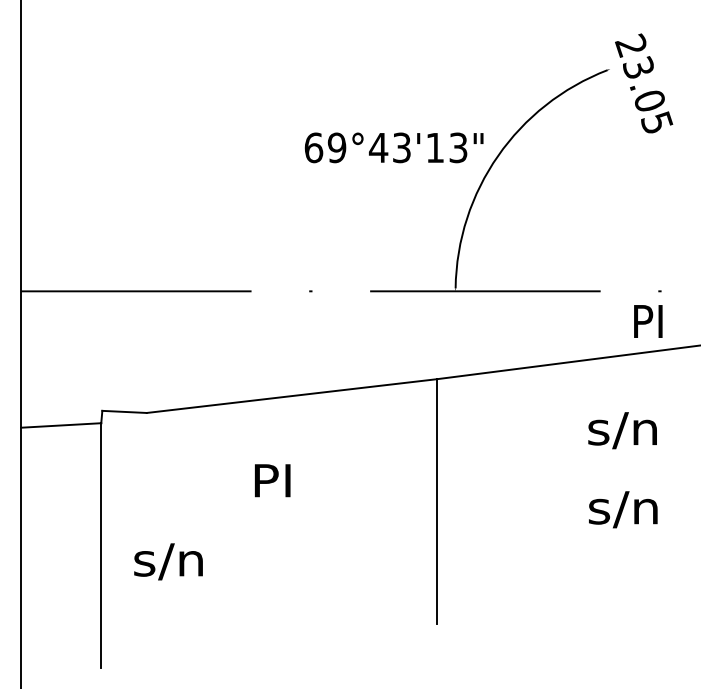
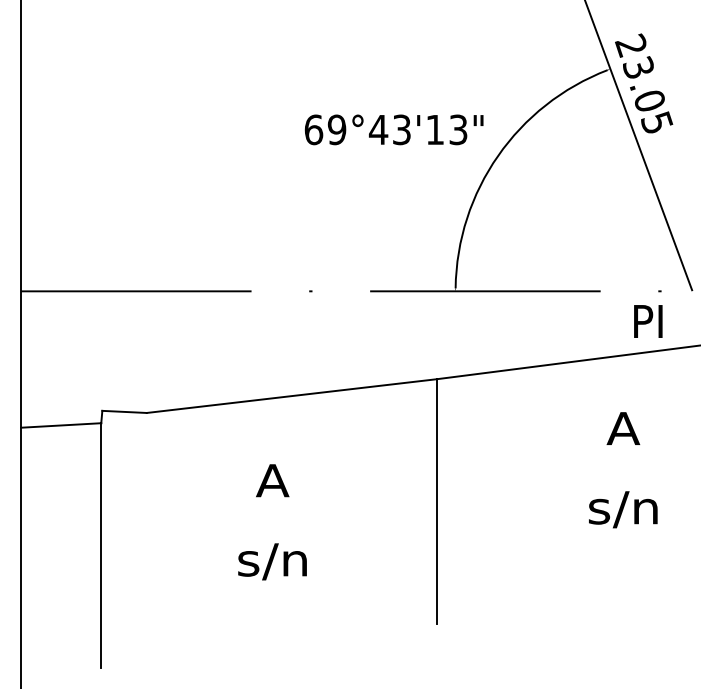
line at (638, 146): none -> present
text at (393, 147) position: (393, 147) -> (393, 129)
text at (622, 430): s/n -> A
text at (272, 480): PI -> A
text at (168, 561) position: (168, 561) -> (272, 561)
